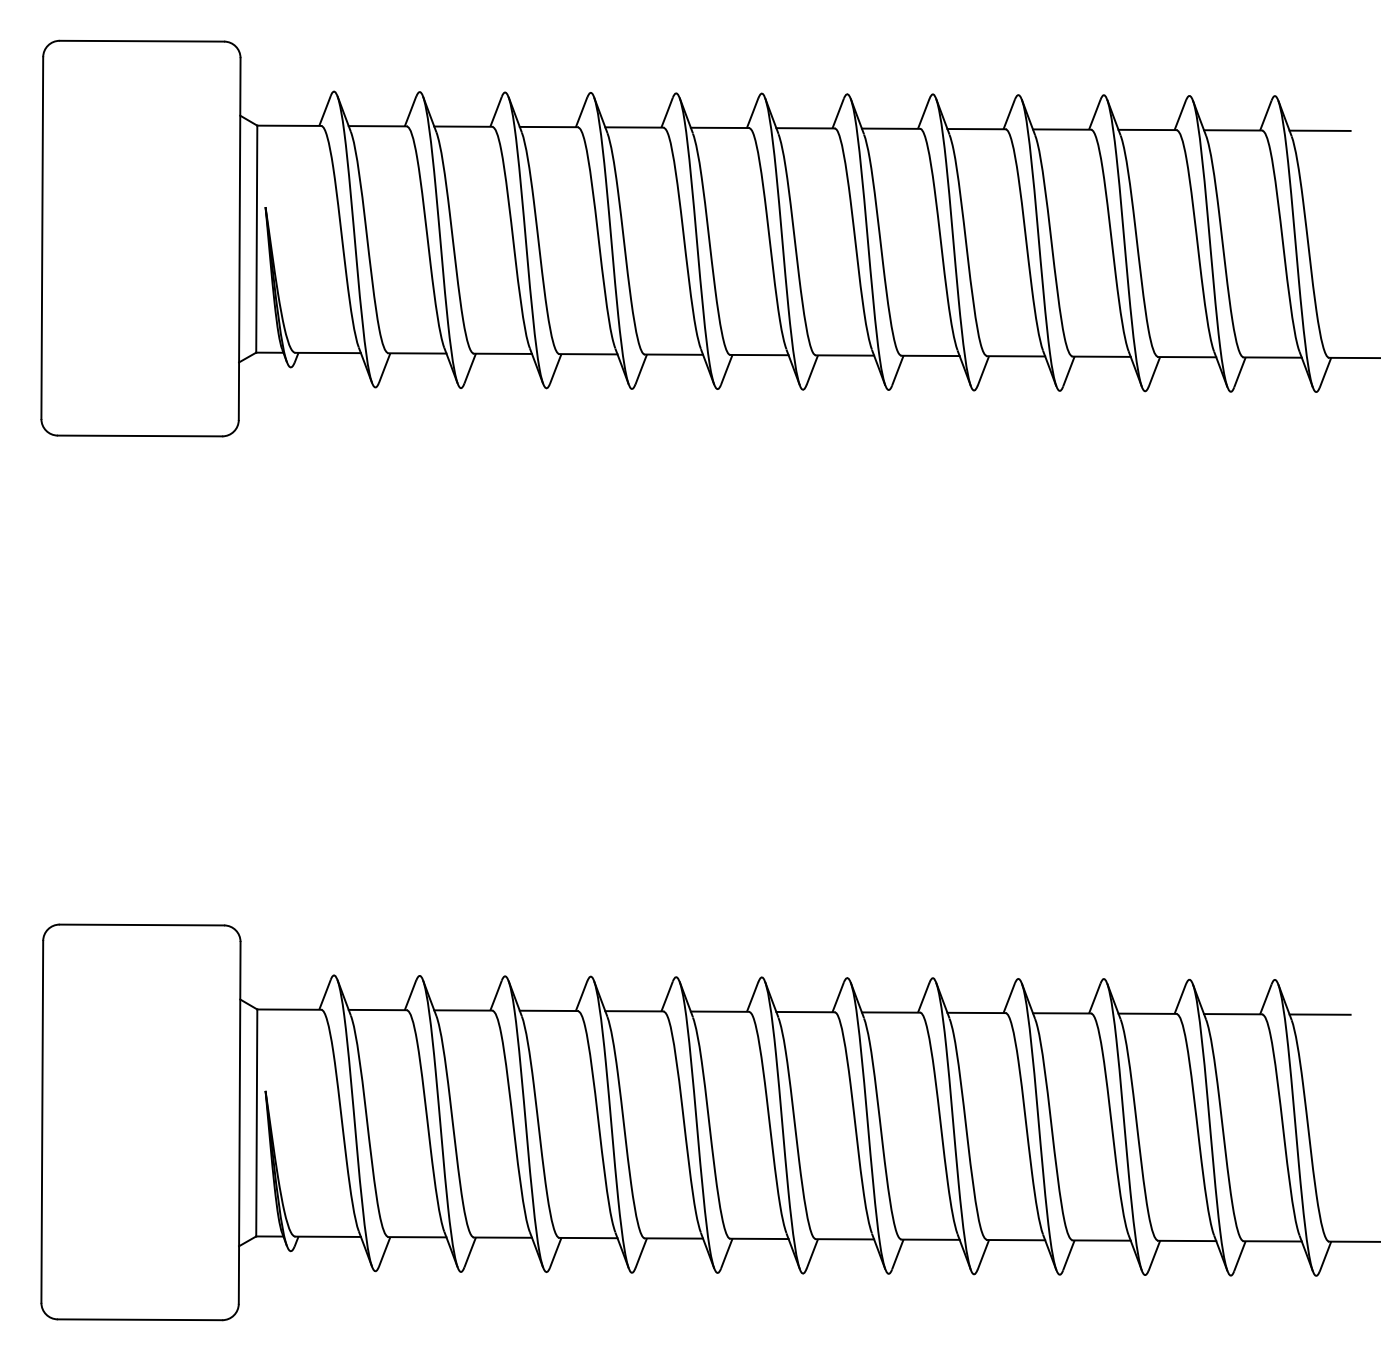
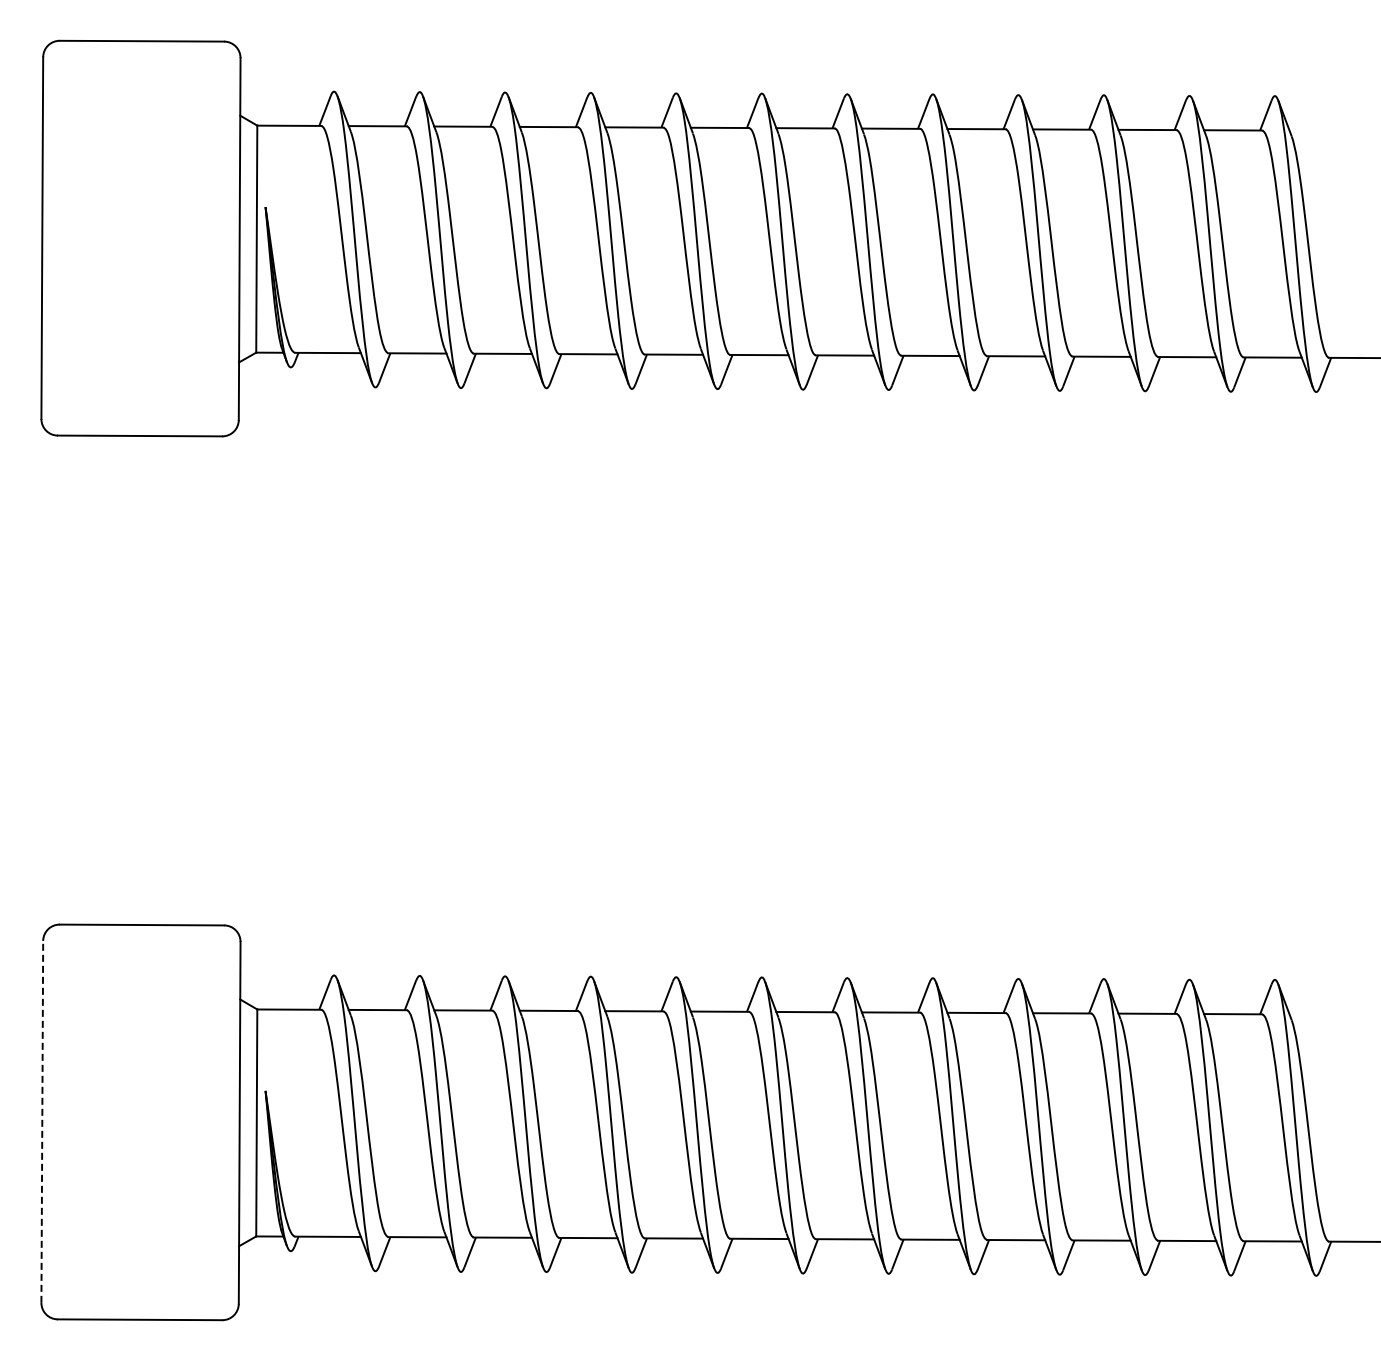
line at (1319, 130): present -> none
line at (1319, 1014): present -> none
line at (42, 1121): solid -> dashed
